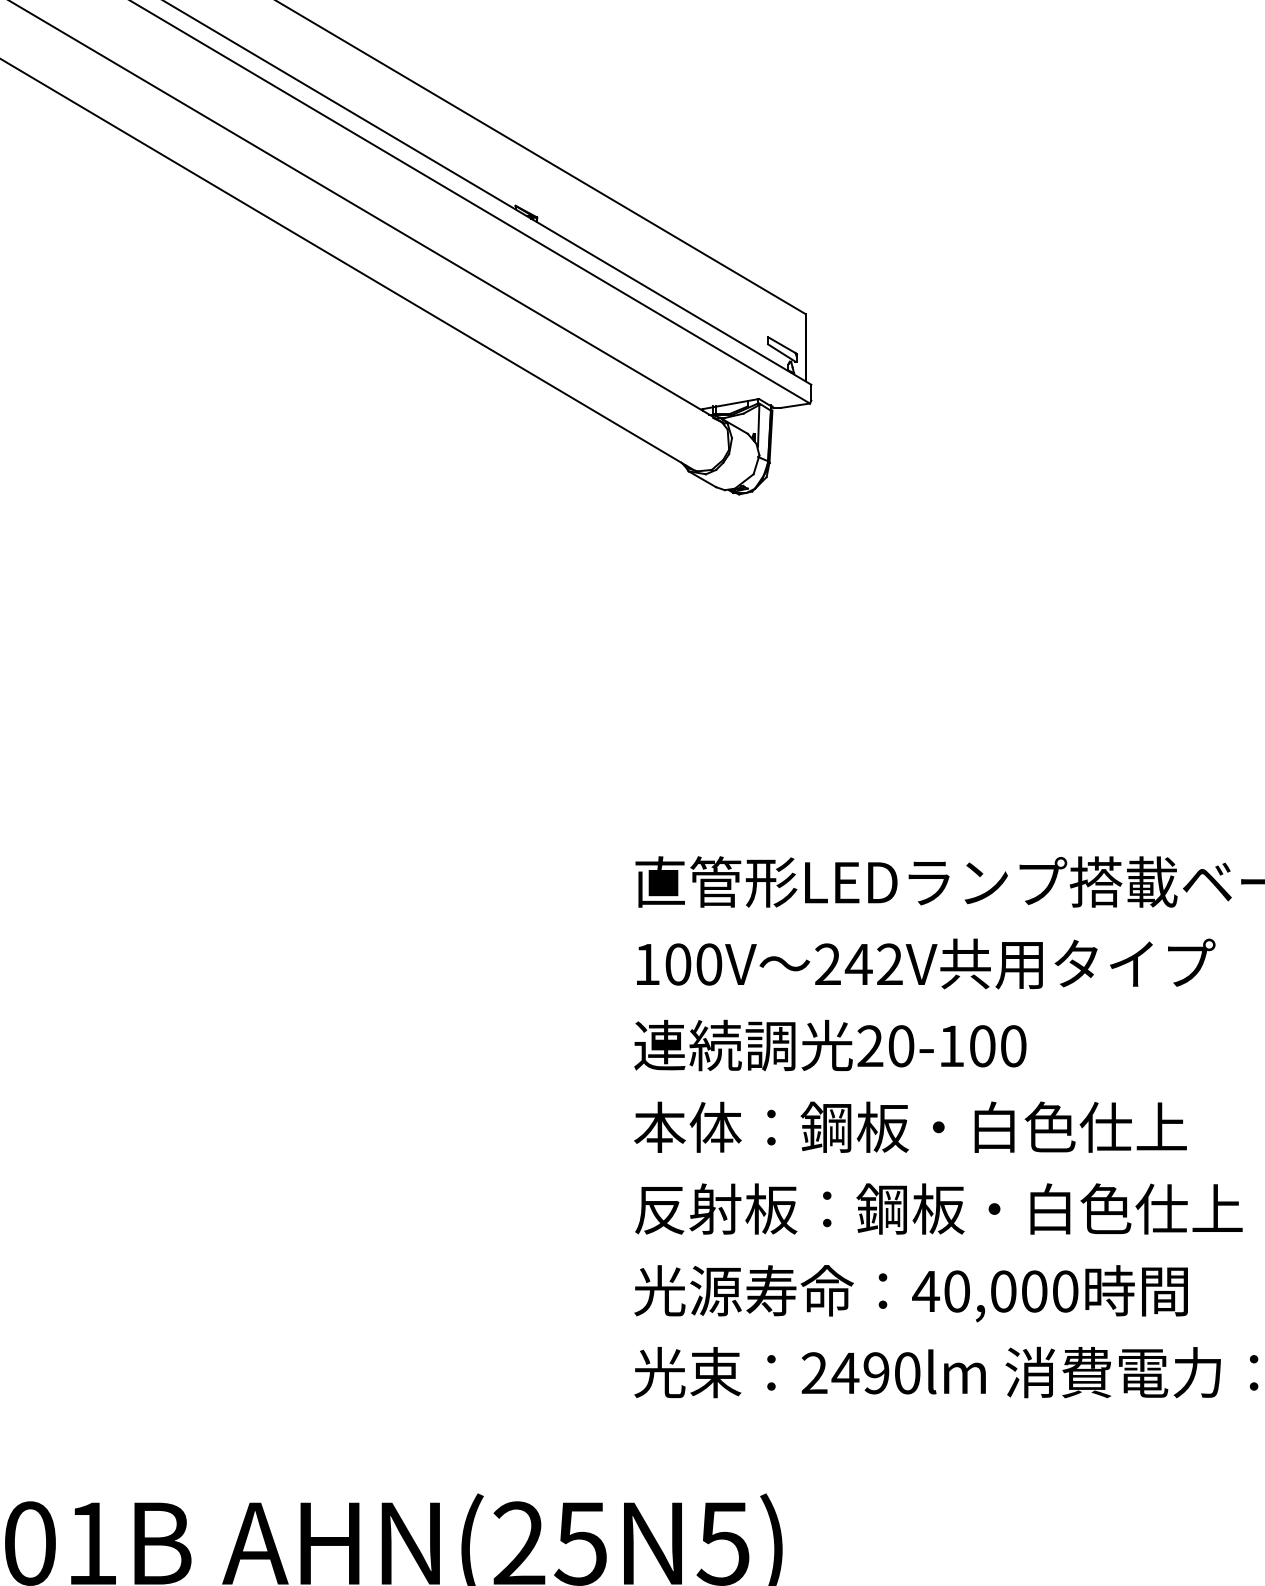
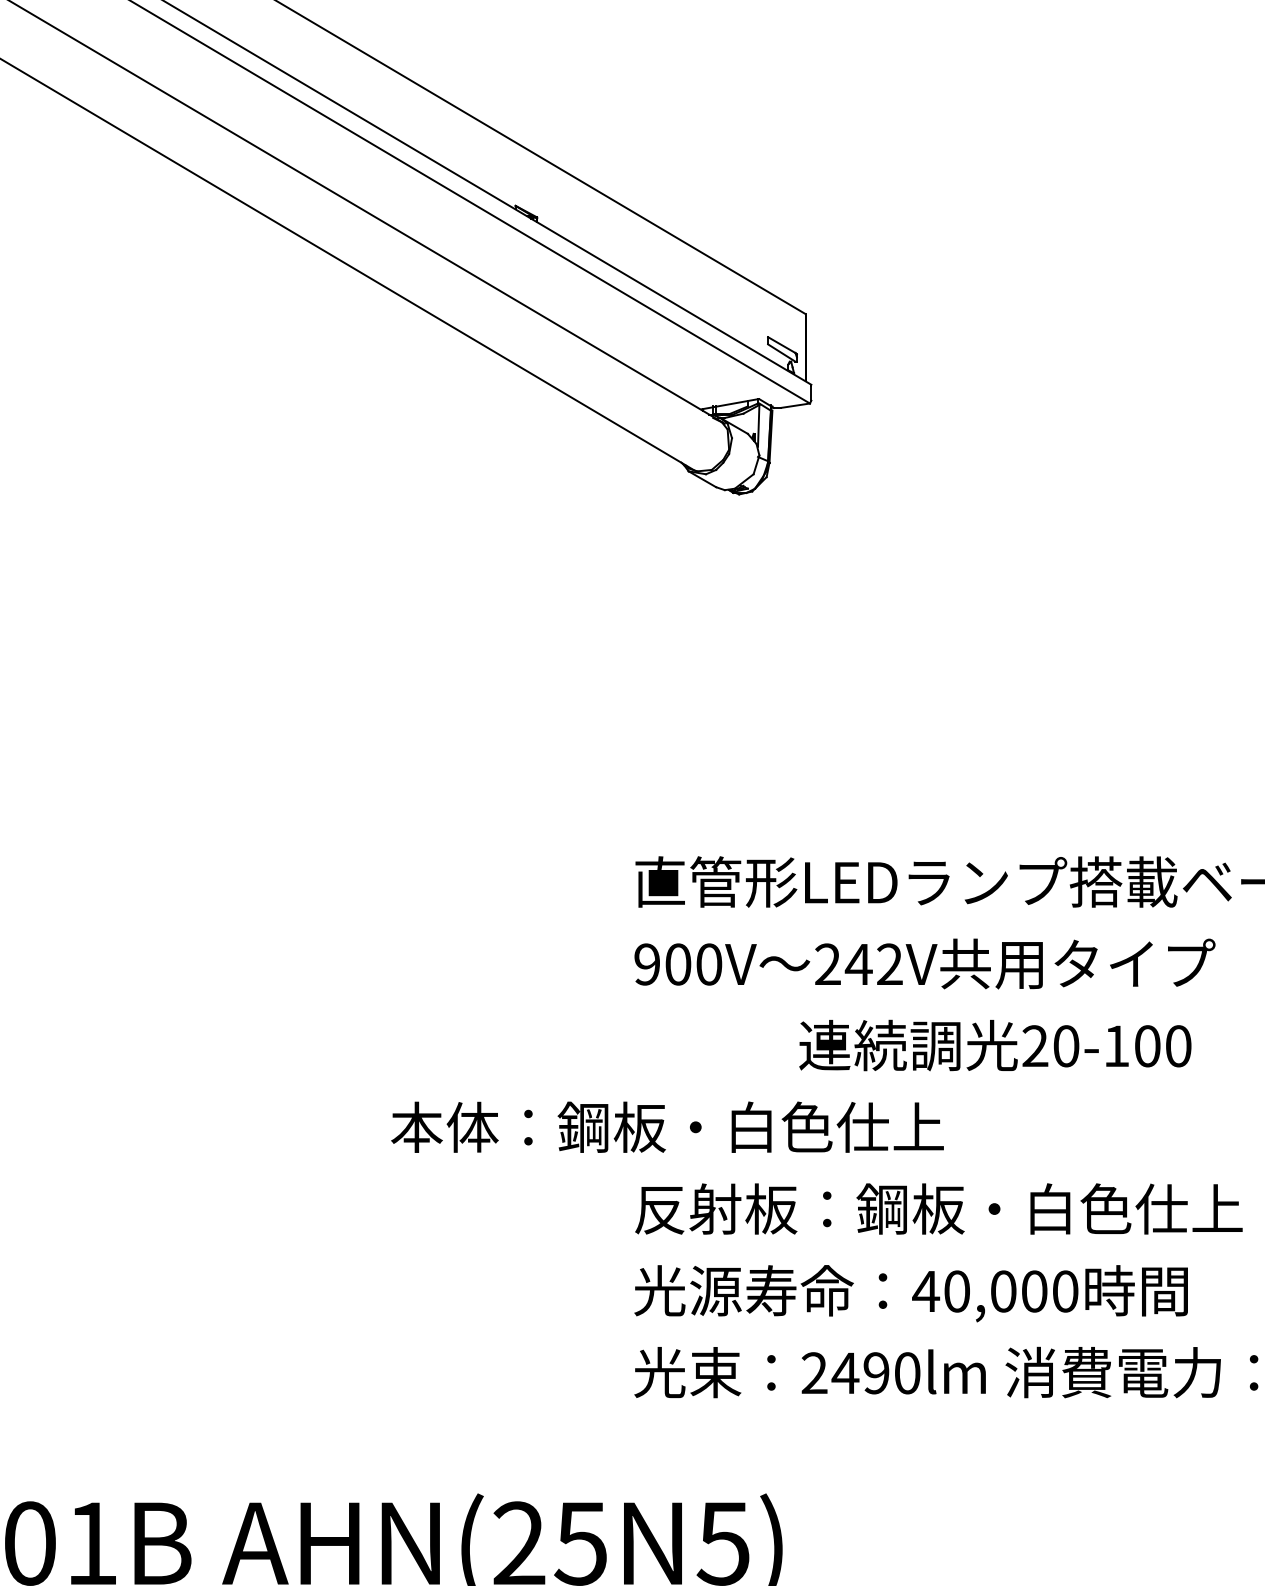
text at (646, 964): 100V -> 900V
text at (830, 1045) position: (830, 1045) -> (995, 1045)
text at (910, 1126) position: (910, 1126) -> (667, 1126)
